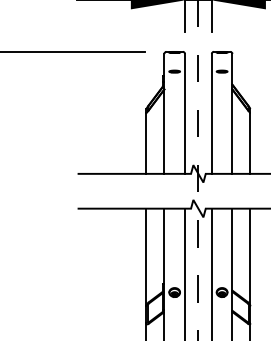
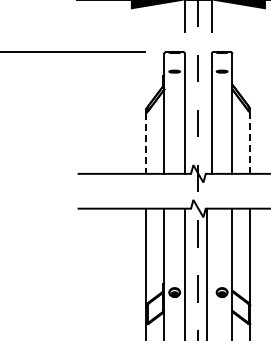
line at (250, 142): solid -> dashed
line at (146, 143): solid -> dashed
line at (211, 272) position: (211, 272) -> (206, 272)
